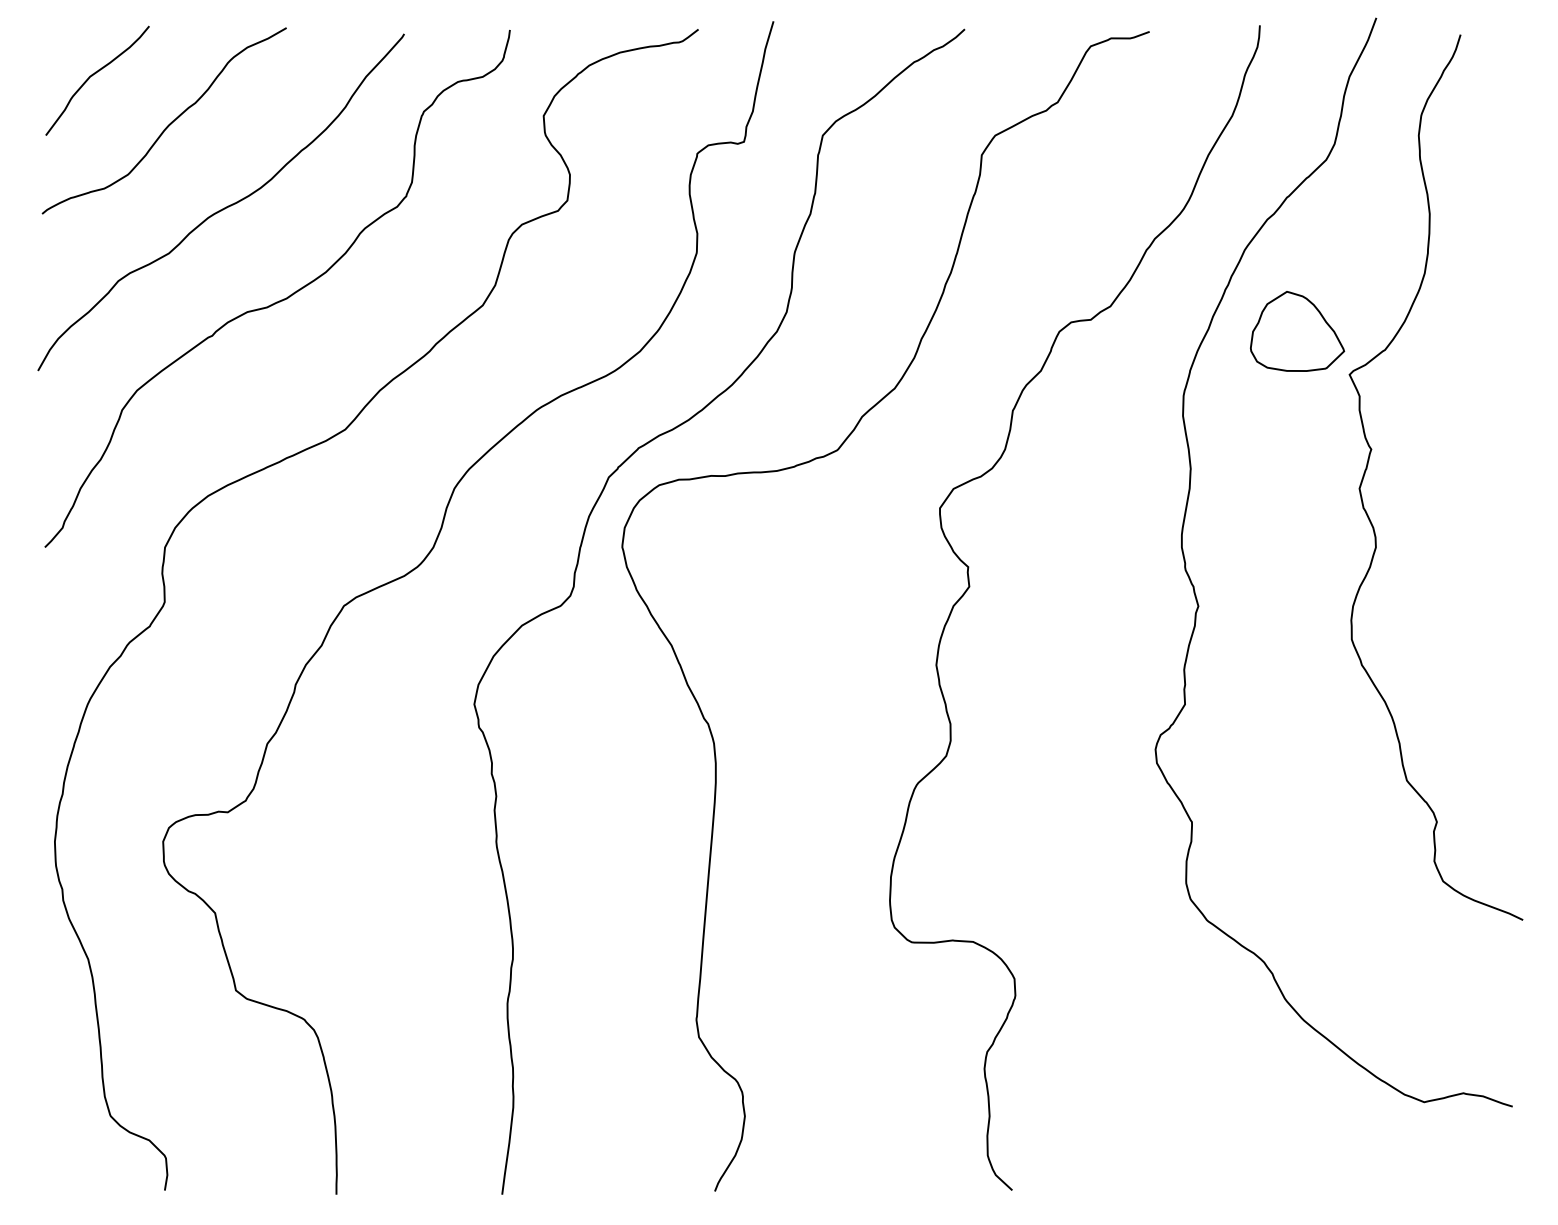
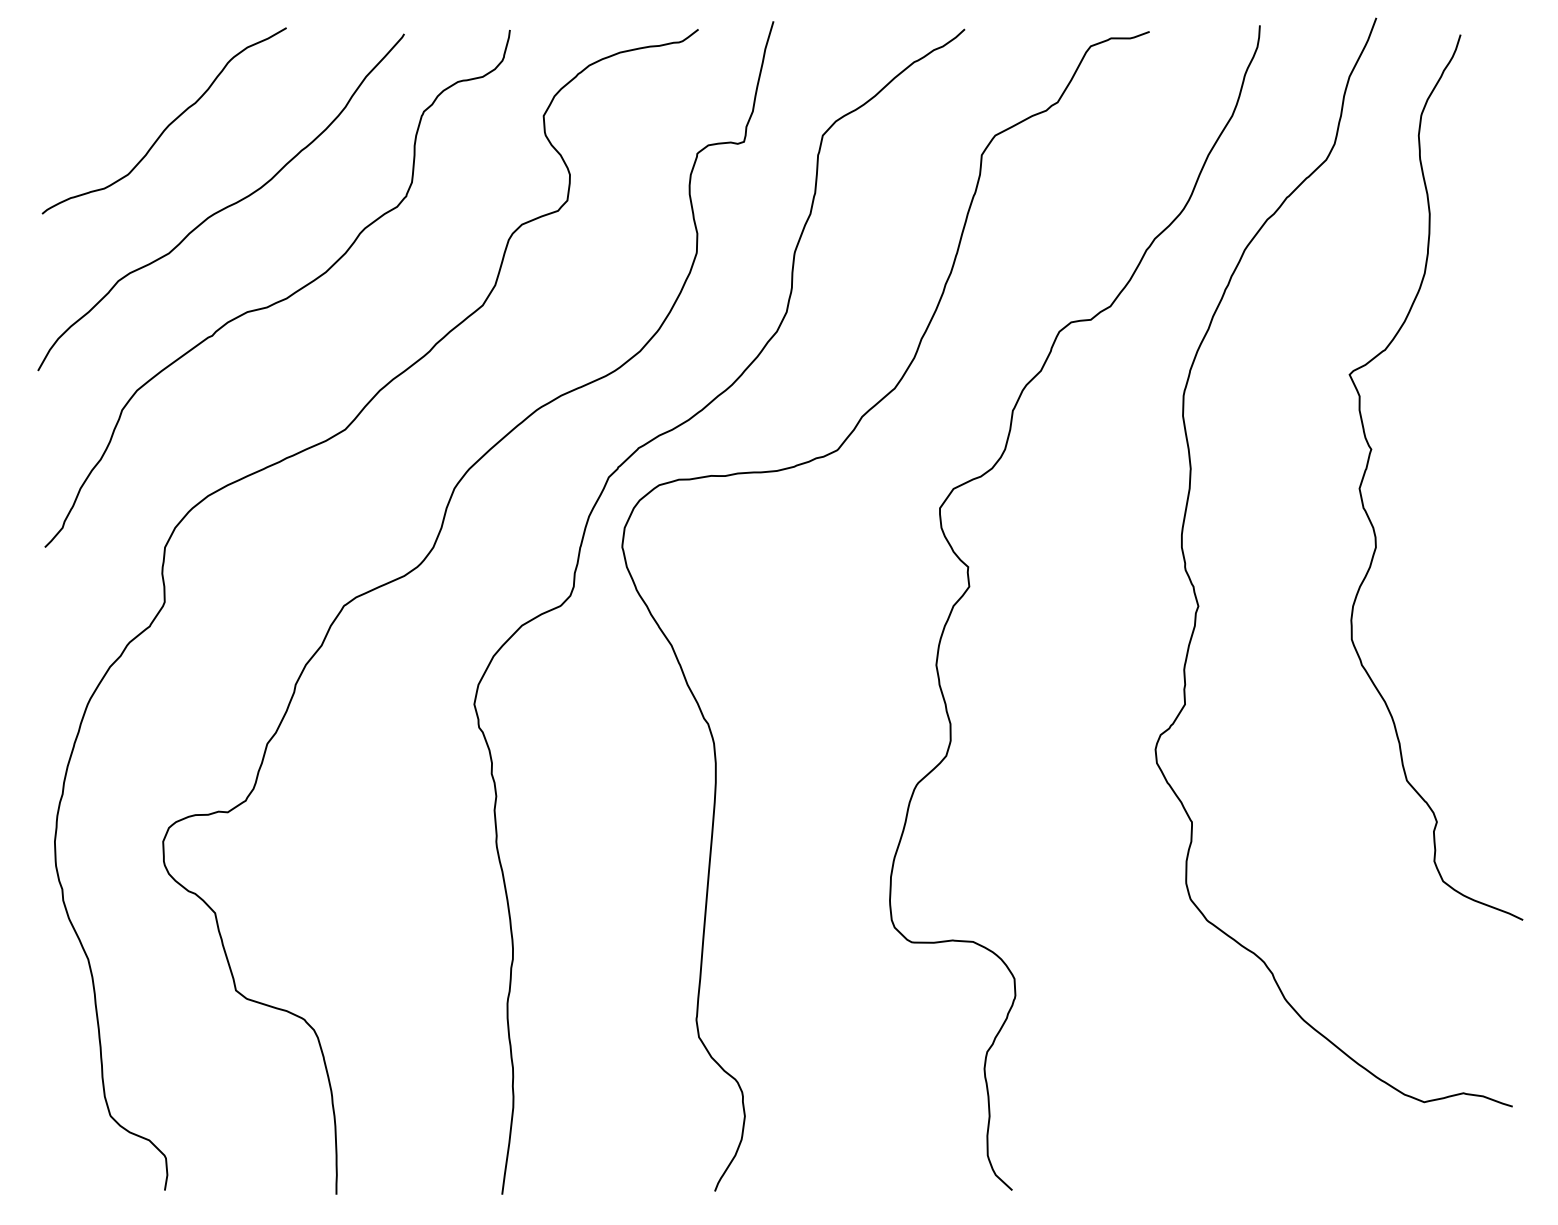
curve at (95, 74): present -> none
part at (1297, 331): present -> none
